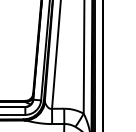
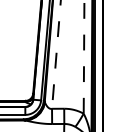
line at (56, 55): solid -> dashed
line at (84, 57): solid -> dashed
